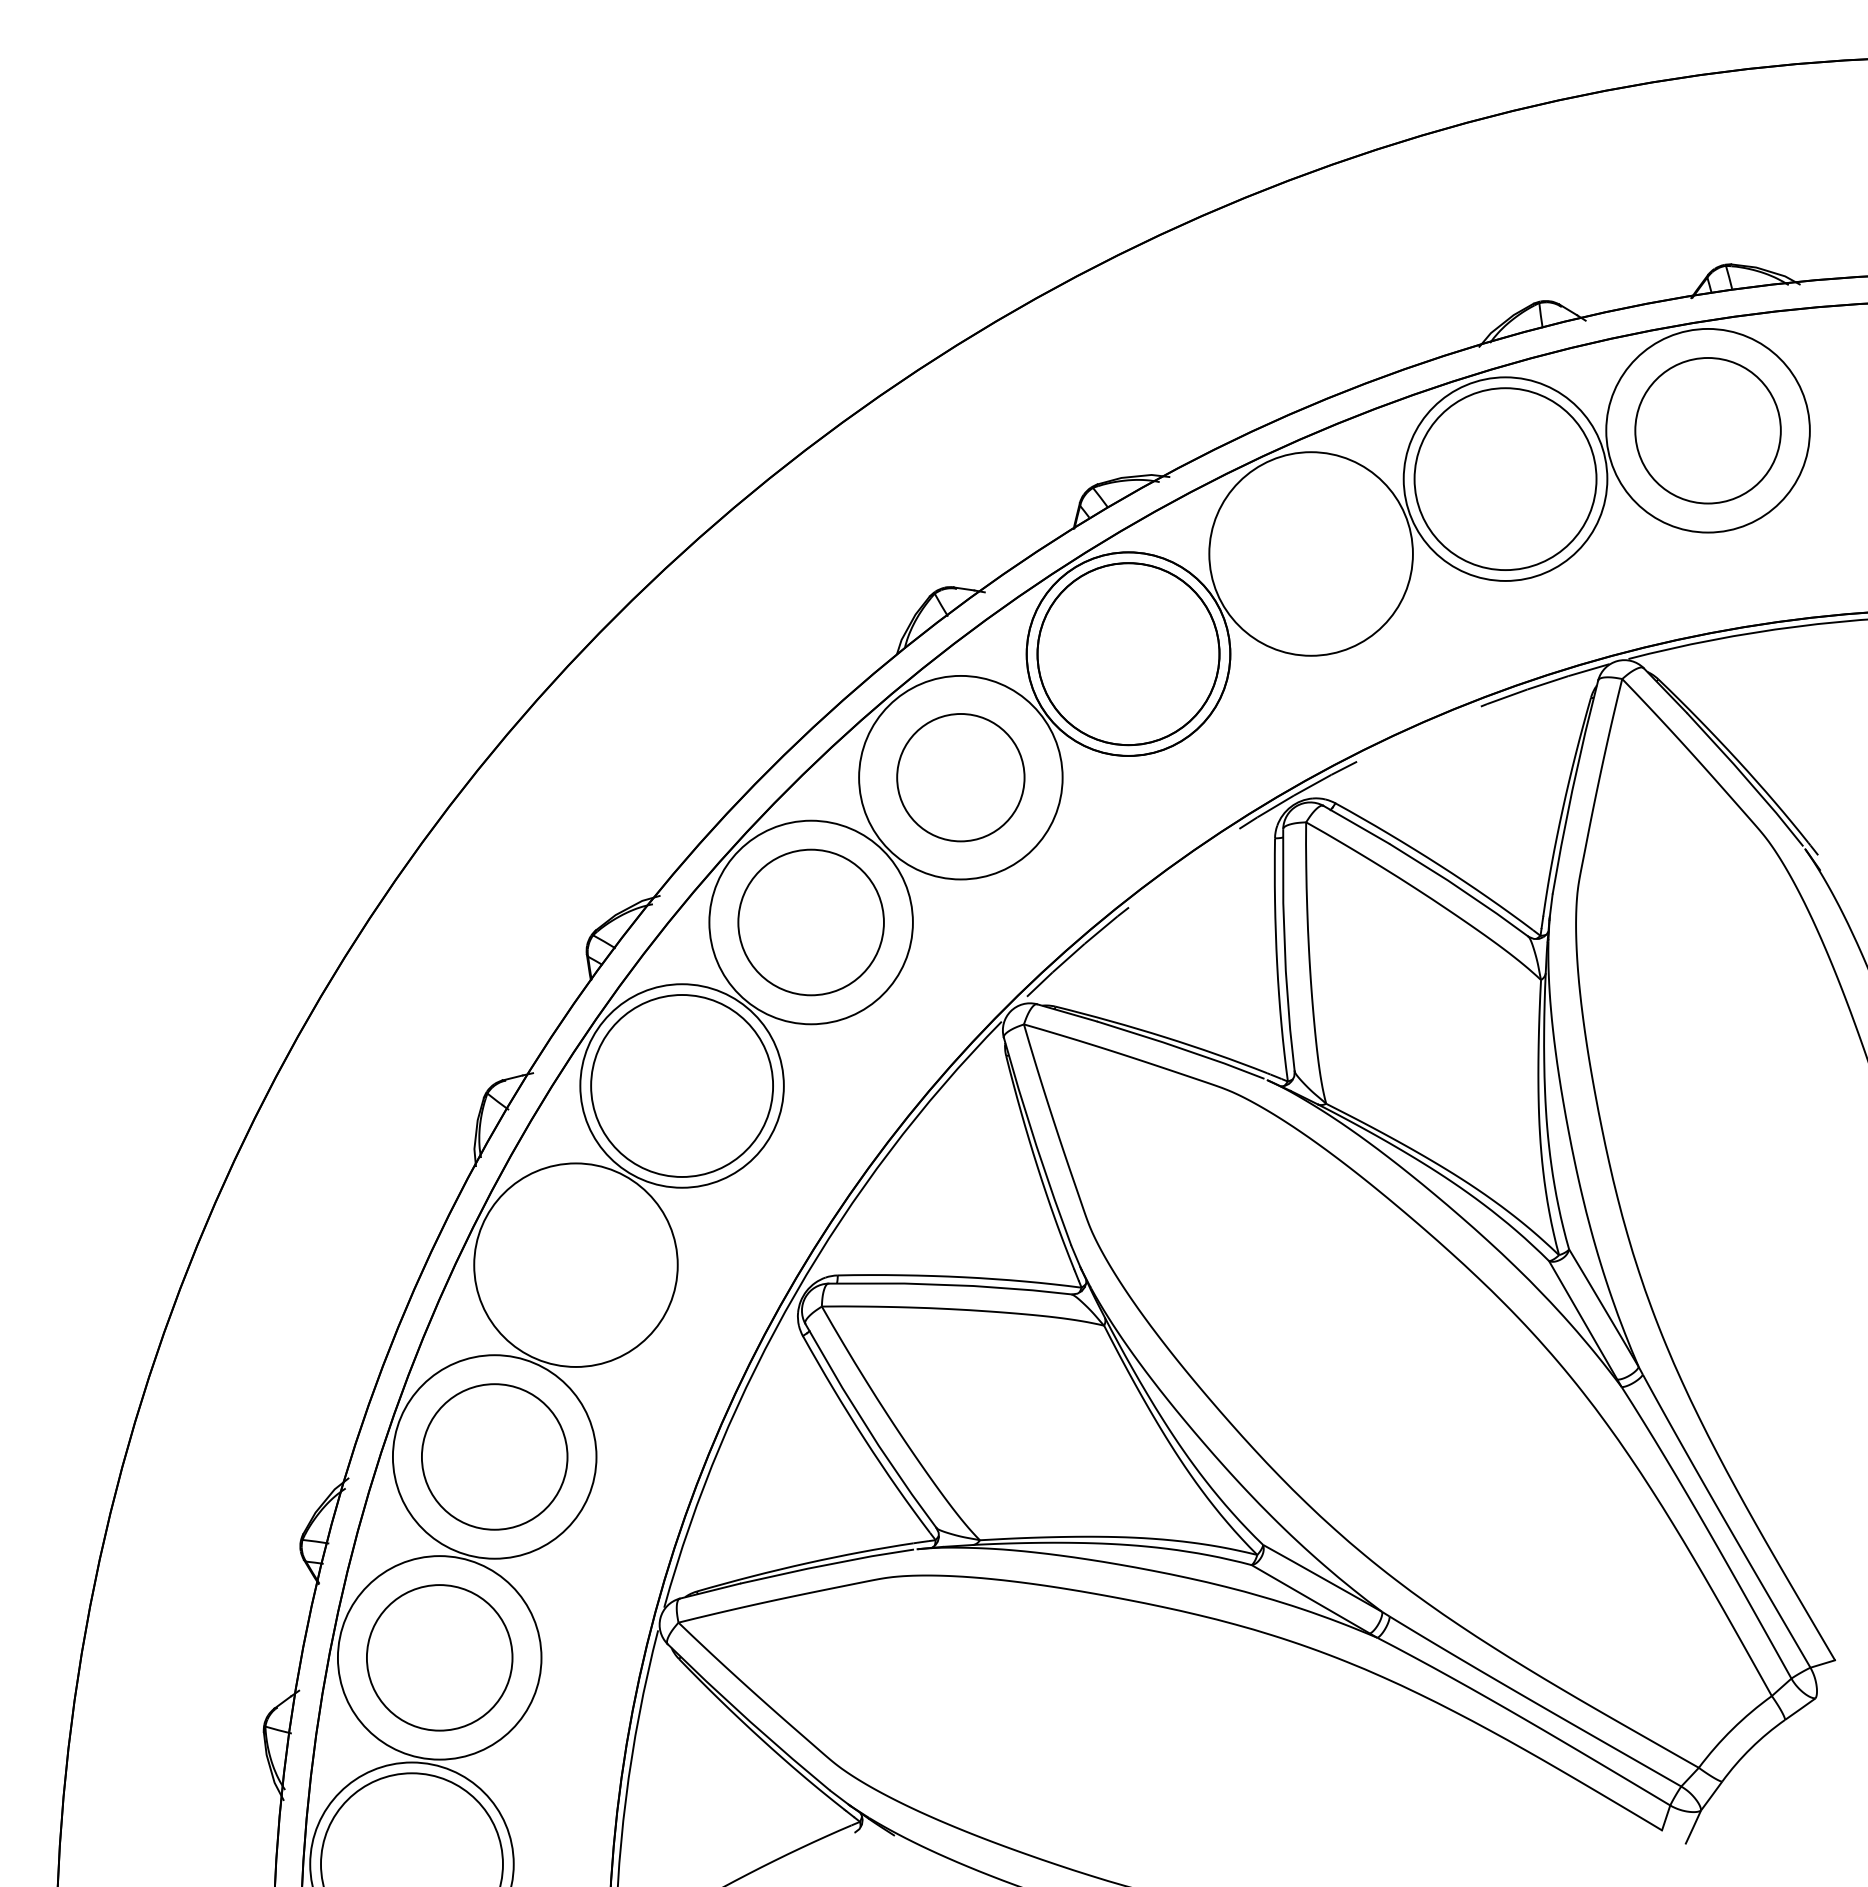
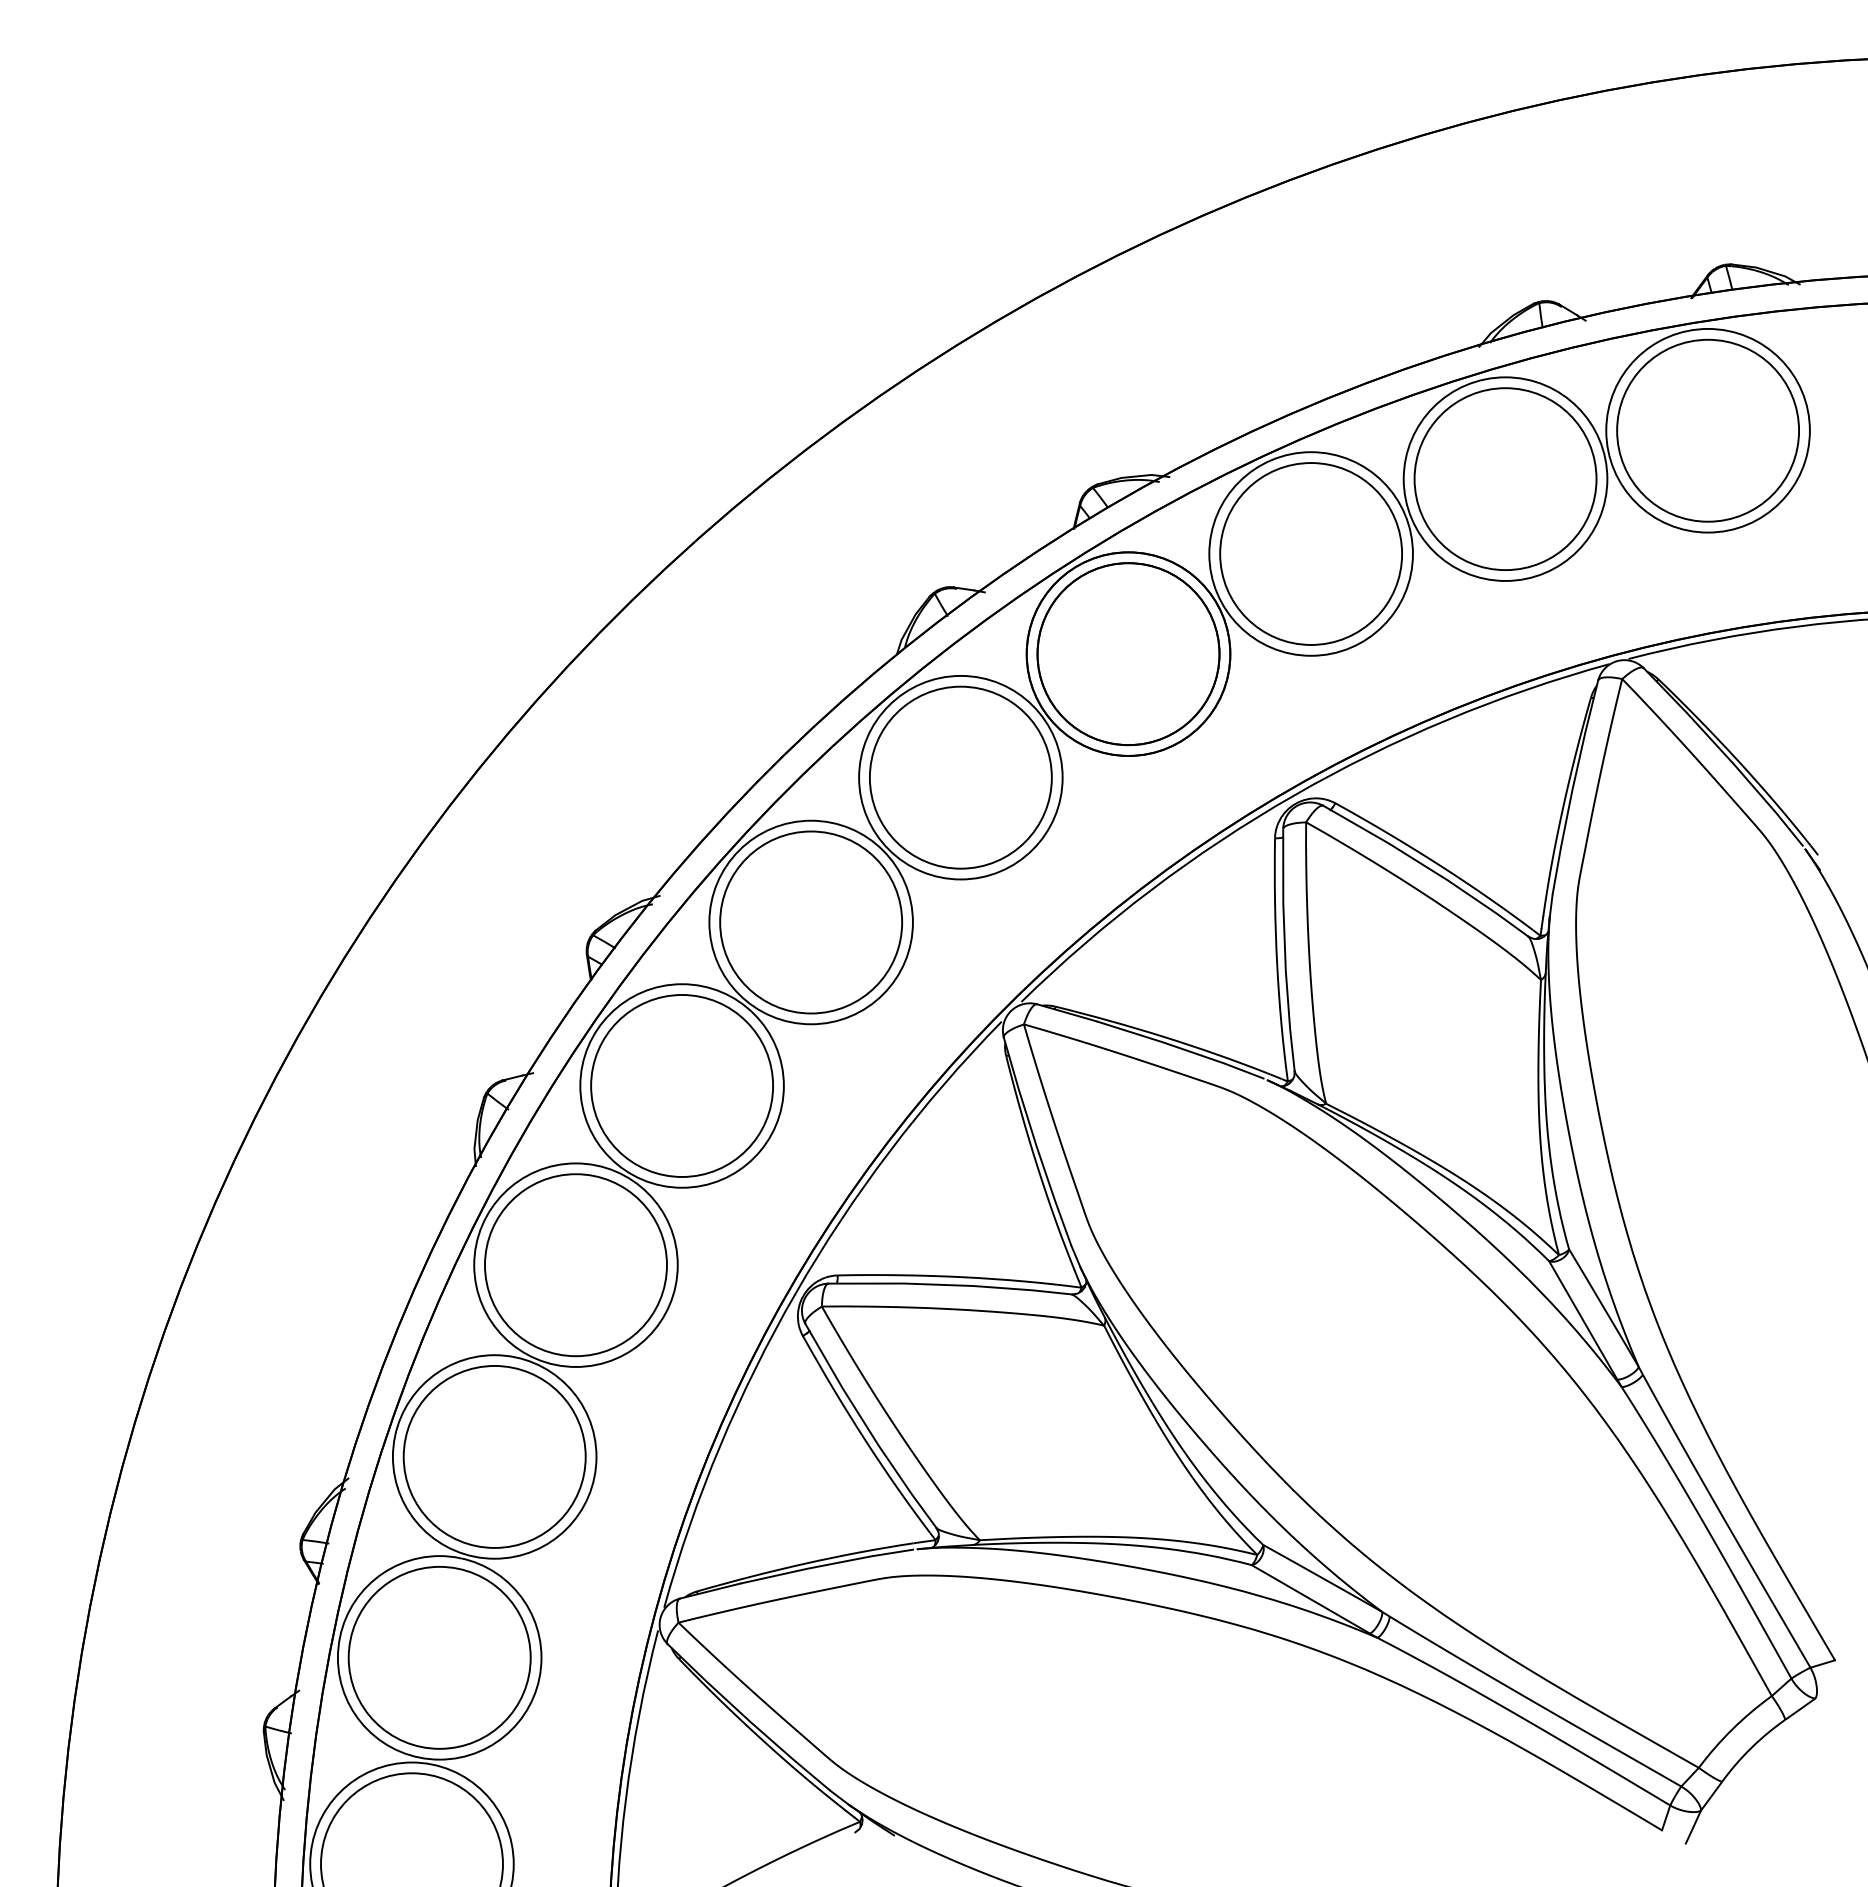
circle at (1707, 430) diameter: 146 px -> 182 px
circle at (1310, 553): none -> present
circle at (960, 777) diameter: 127 px -> 182 px
arc at (1293, 795): dashed -> solid
circle at (810, 922) diameter: 146 px -> 182 px
circle at (575, 1265): none -> present
circle at (494, 1456) diameter: 146 px -> 182 px
circle at (439, 1657) diameter: 146 px -> 182 px
